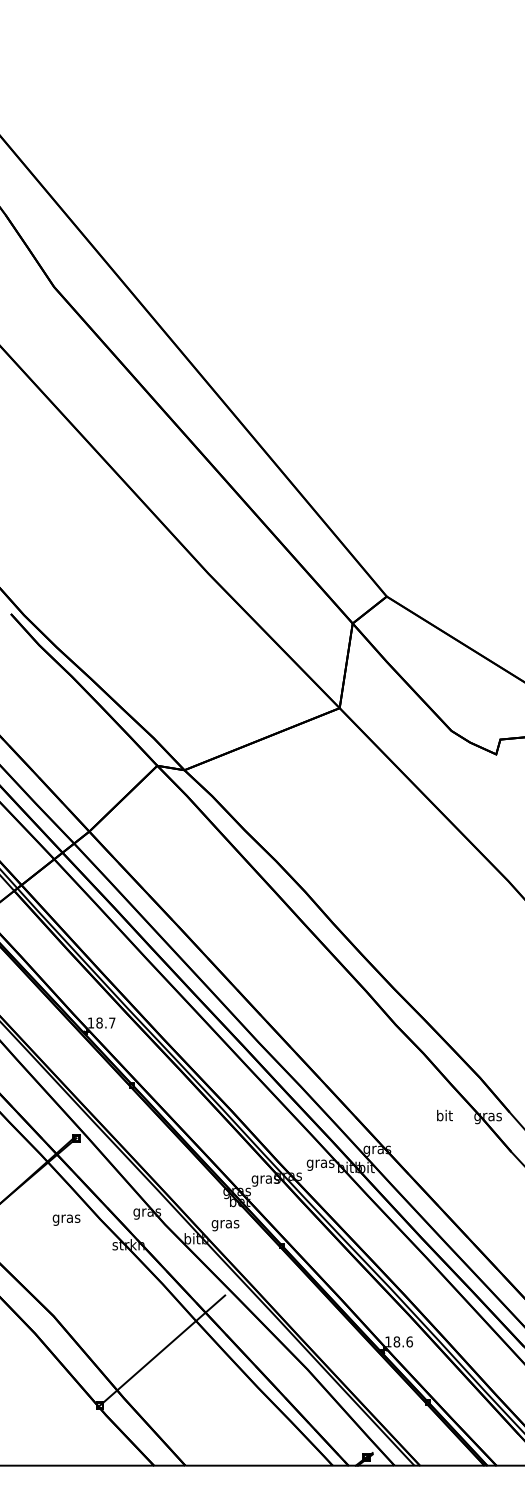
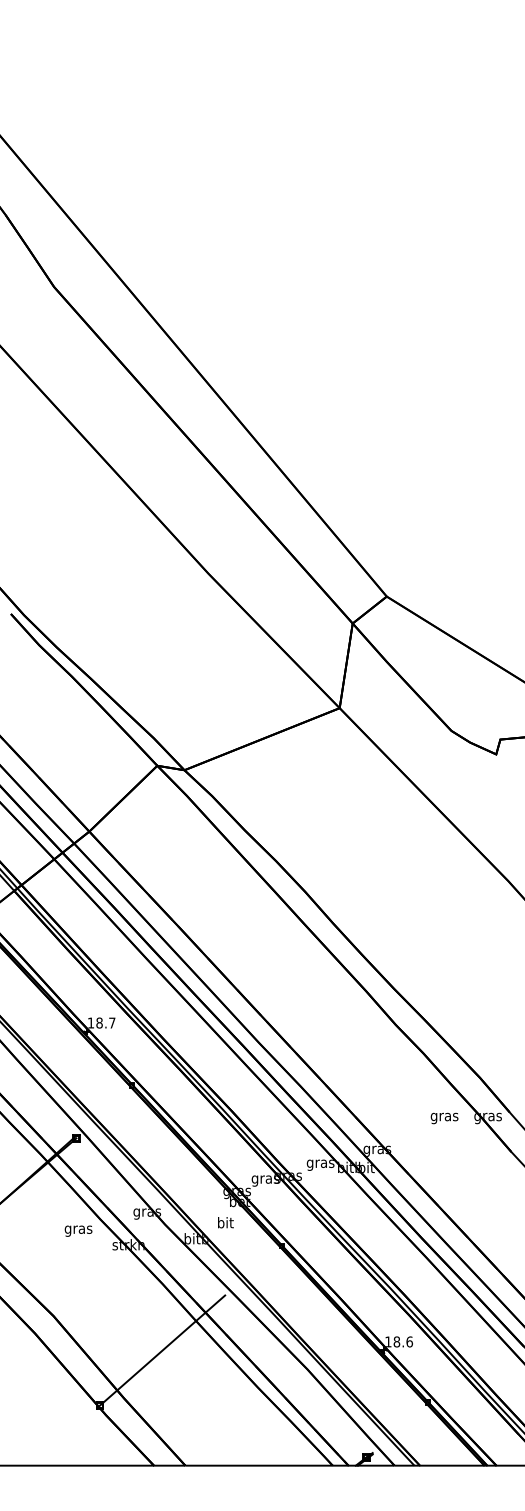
text at (444, 1116): bit -> gras
text at (66, 1219) position: (66, 1219) -> (78, 1230)
text at (225, 1224): gras -> bit
